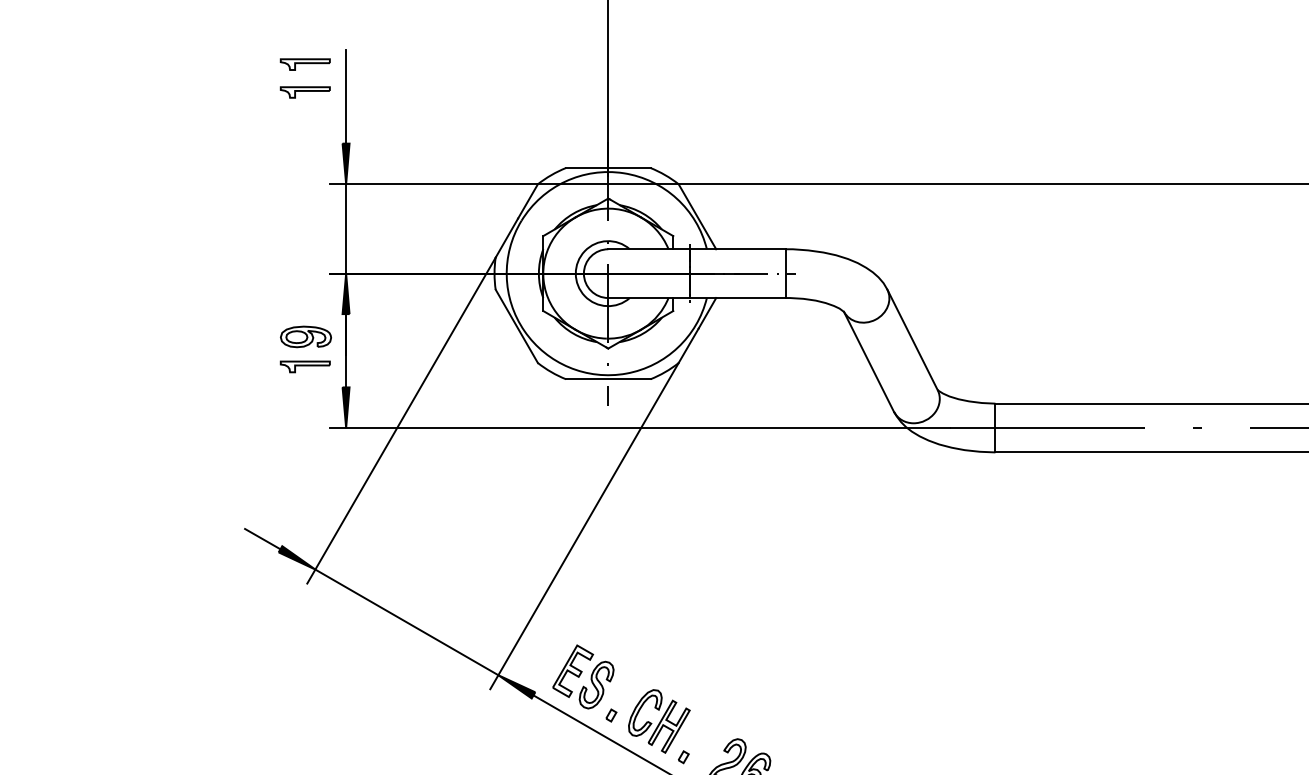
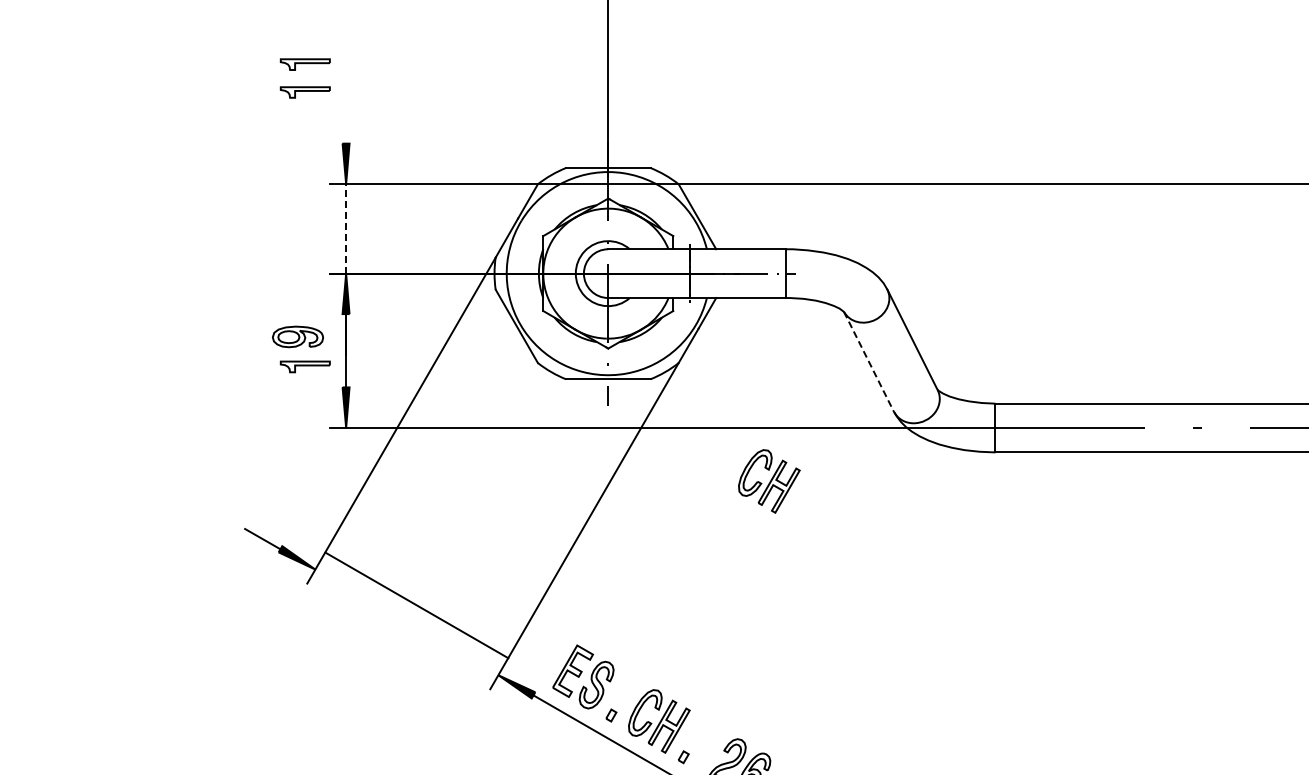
line at (346, 96): present -> none
line at (346, 228): solid -> dashed
part at (305, 336) position: (305, 336) -> (297, 336)
line at (868, 361): solid -> dashed
part at (769, 481): none -> present
line at (406, 622) position: (406, 622) -> (416, 605)
